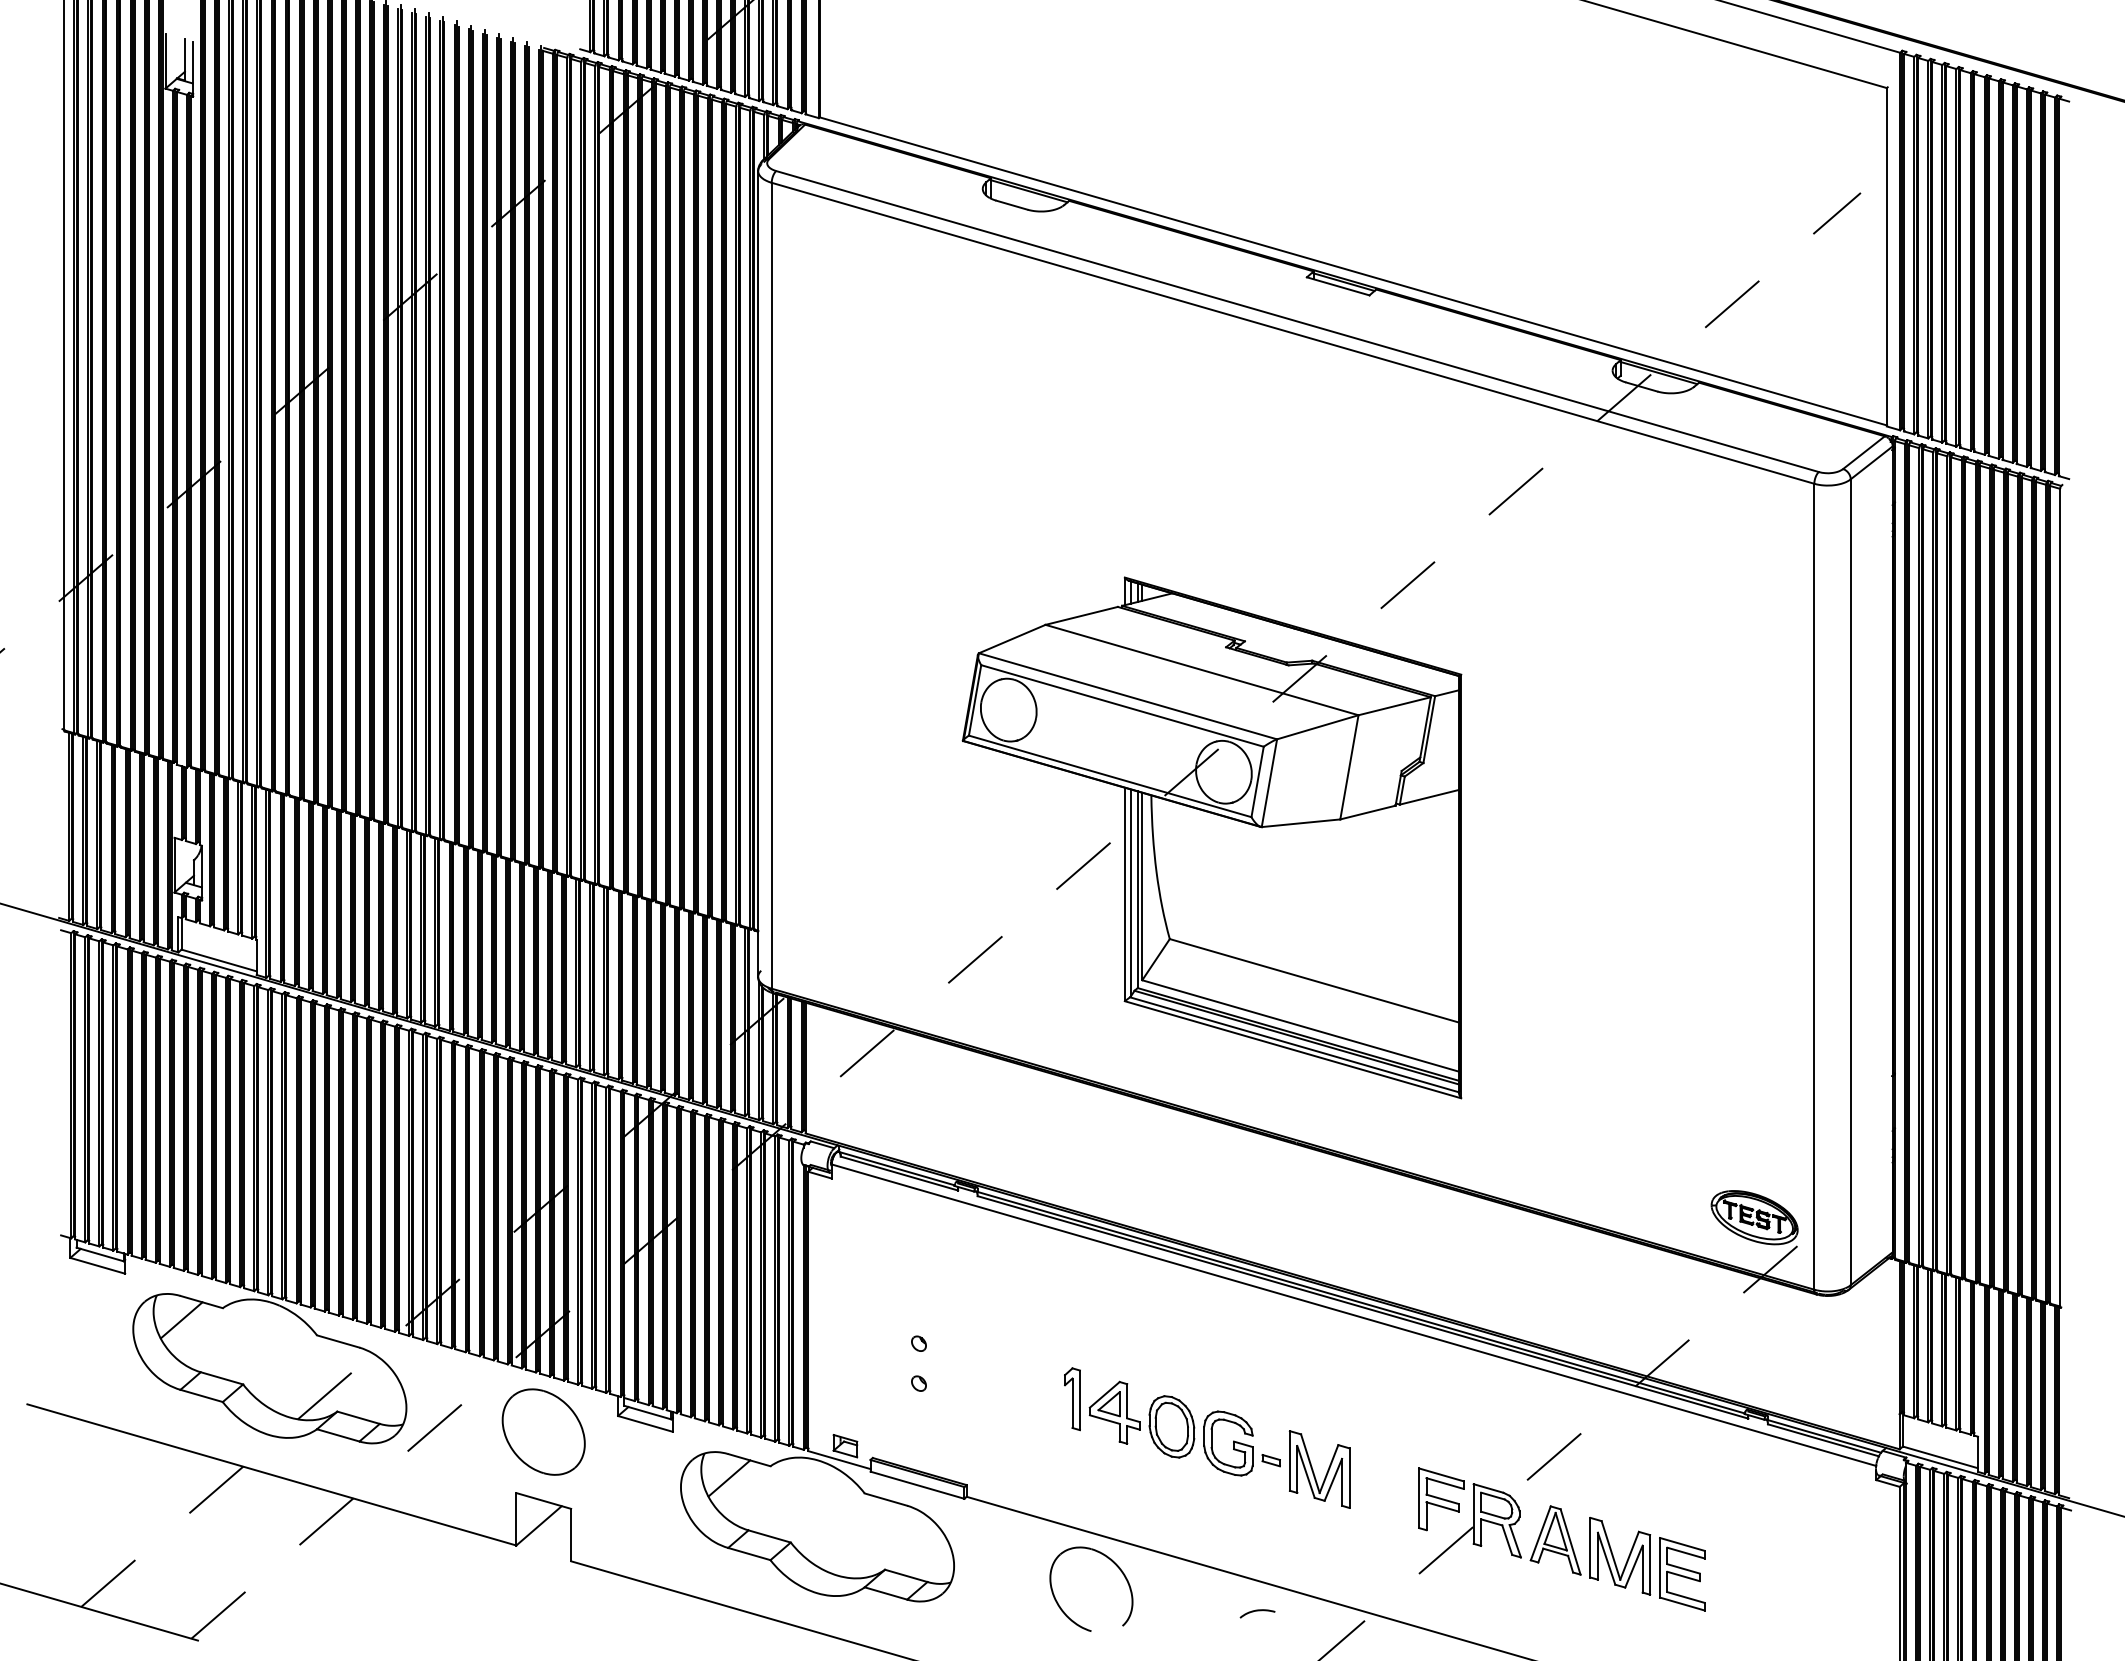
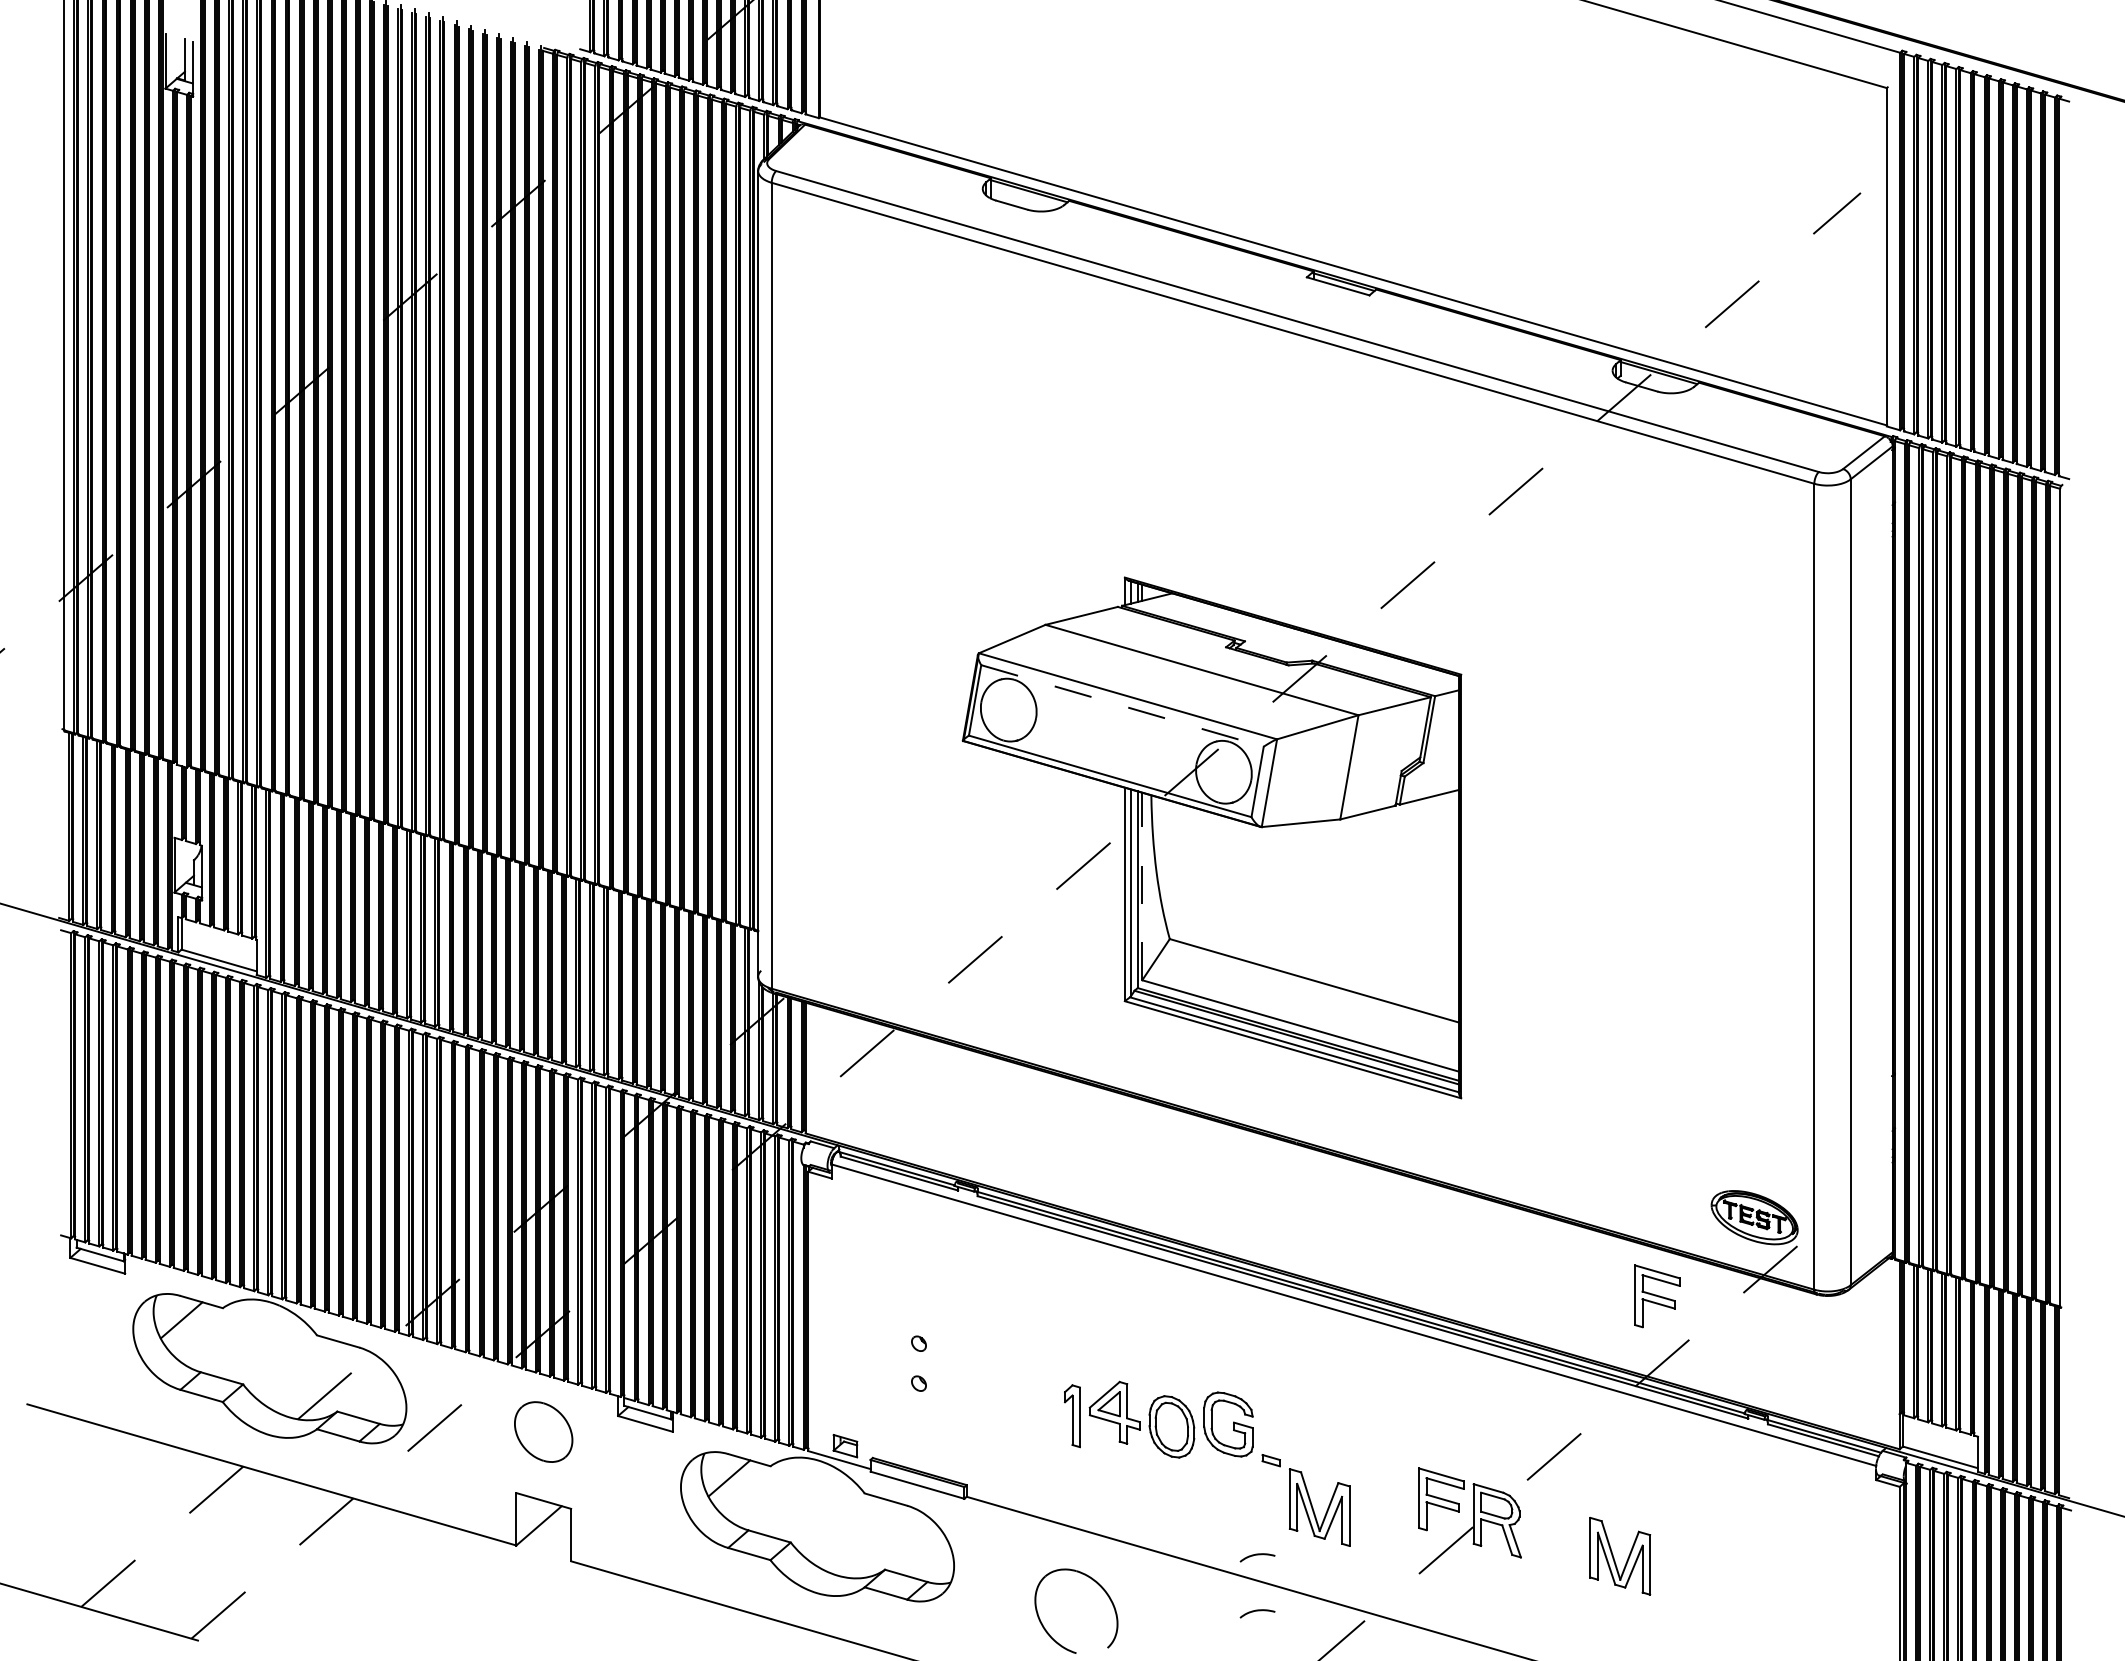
line at (1122, 706): solid -> dashed
line at (1142, 886): solid -> dashed
part at (1657, 1296): none -> present
part at (1072, 1399) position: (1072, 1399) -> (1072, 1416)
part at (543, 1431) size: 85x88 px -> 60x62 px
part at (1228, 1443) position: (1228, 1443) -> (1228, 1424)
part at (1319, 1469) position: (1319, 1469) -> (1319, 1507)
part at (1555, 1540): present -> none
curve at (1257, 1555): none -> present
part at (1114, 1564) position: (1114, 1564) -> (1099, 1586)
part at (1682, 1574): present -> none
